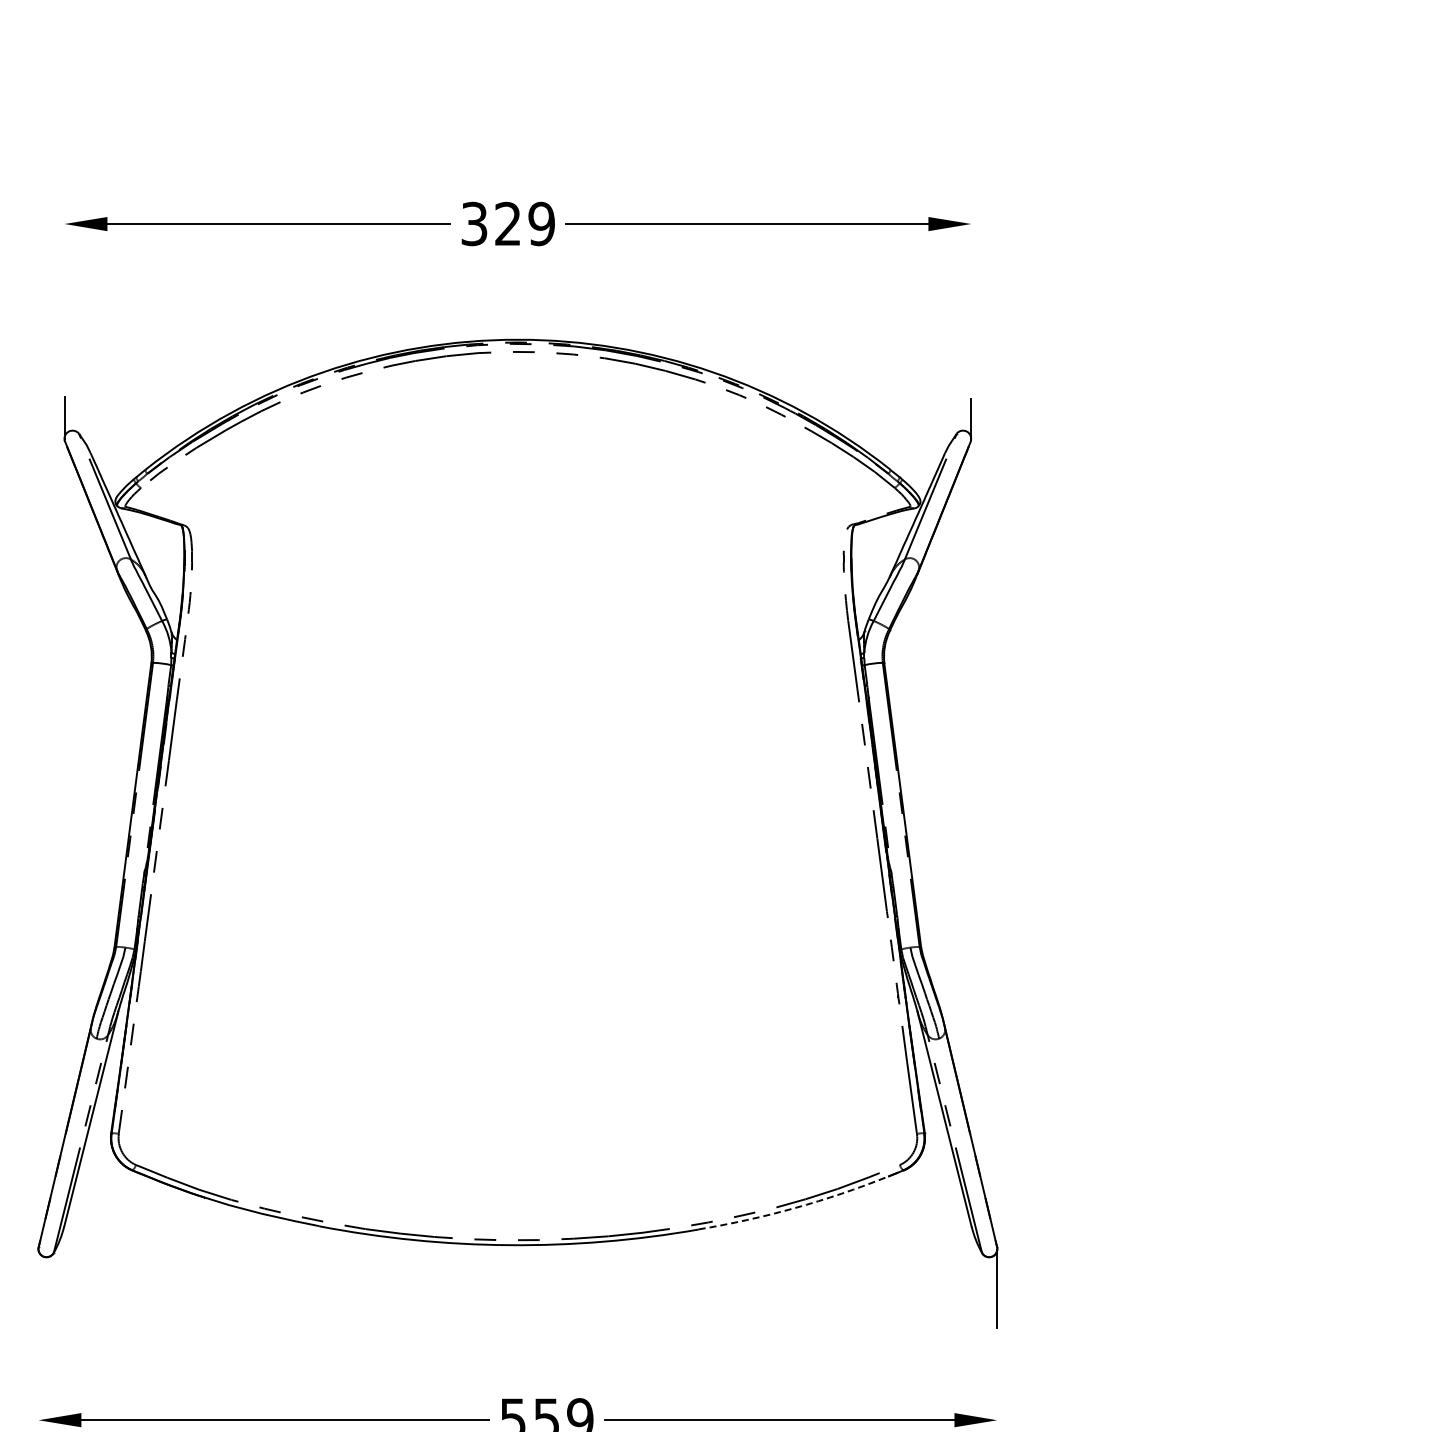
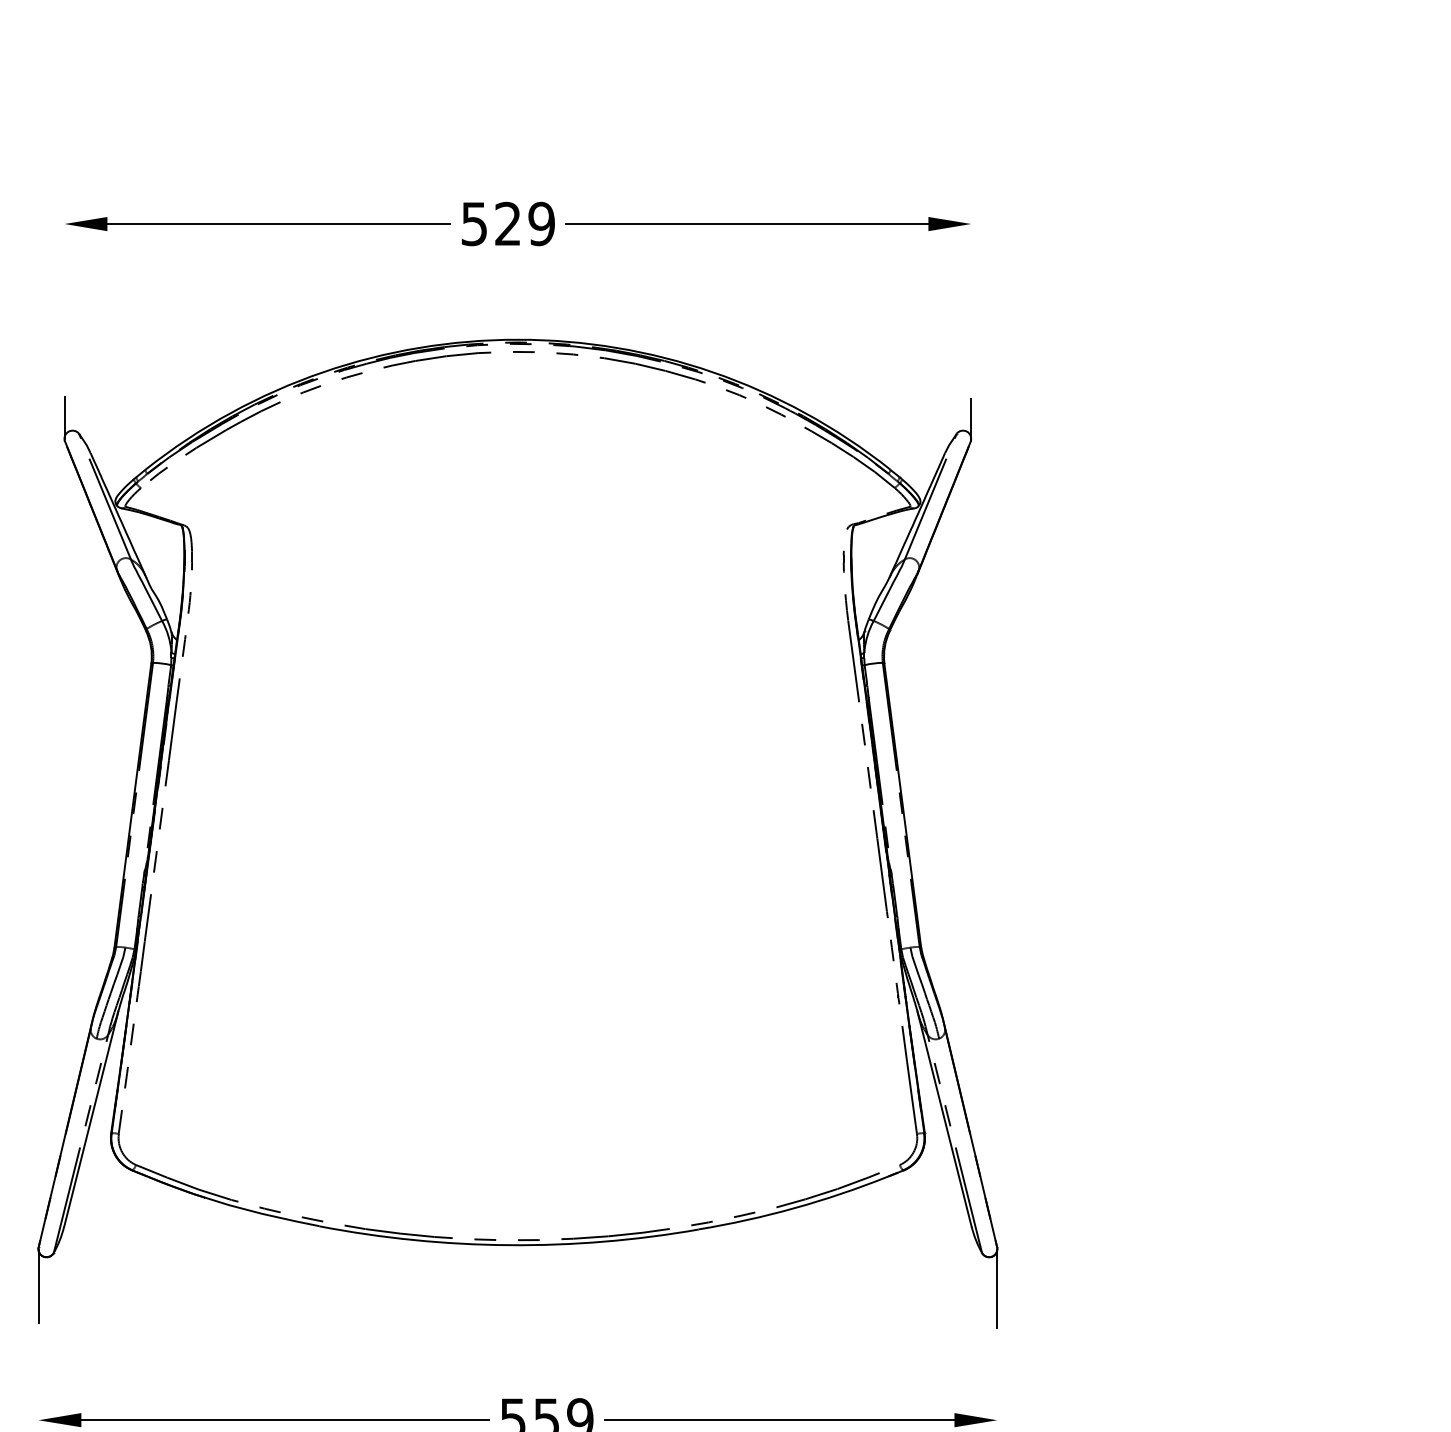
text at (474, 223): 329 -> 529
arc at (794, 1208): dashed -> solid
line at (38, 1286): none -> present
